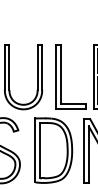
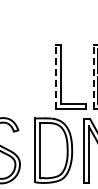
line at (56, 76): solid -> dashed
line at (93, 76): solid -> dashed
part at (9, 77): present -> none
